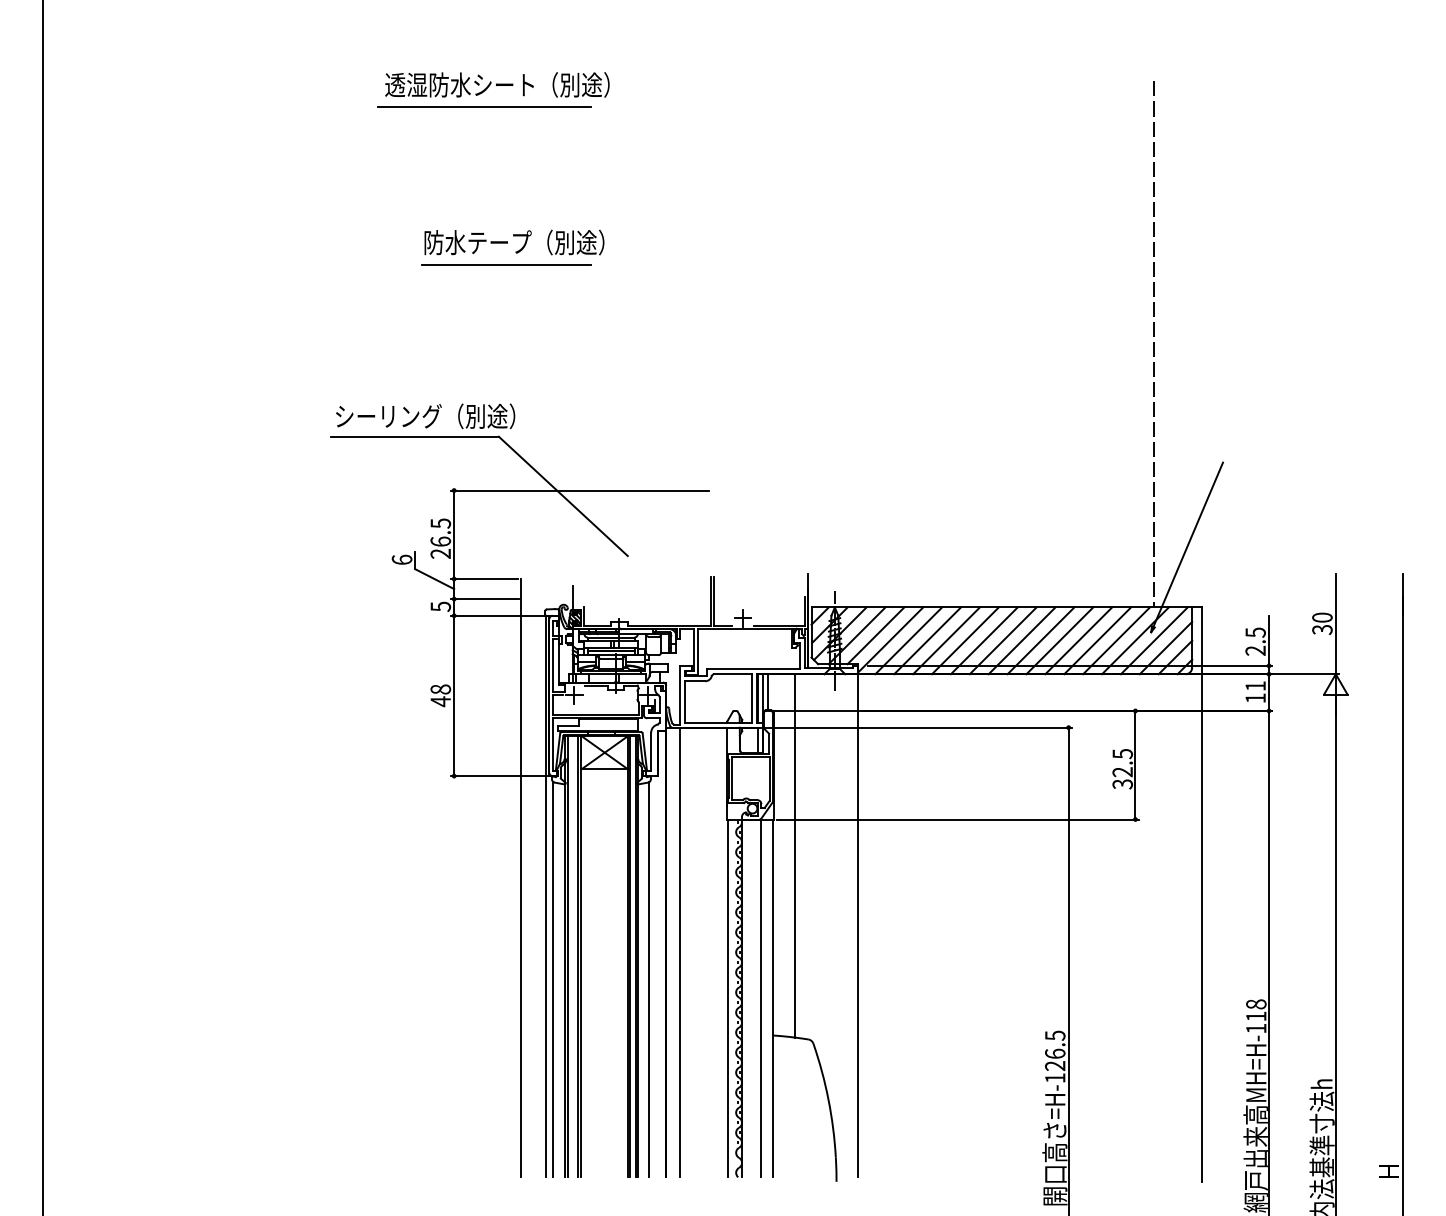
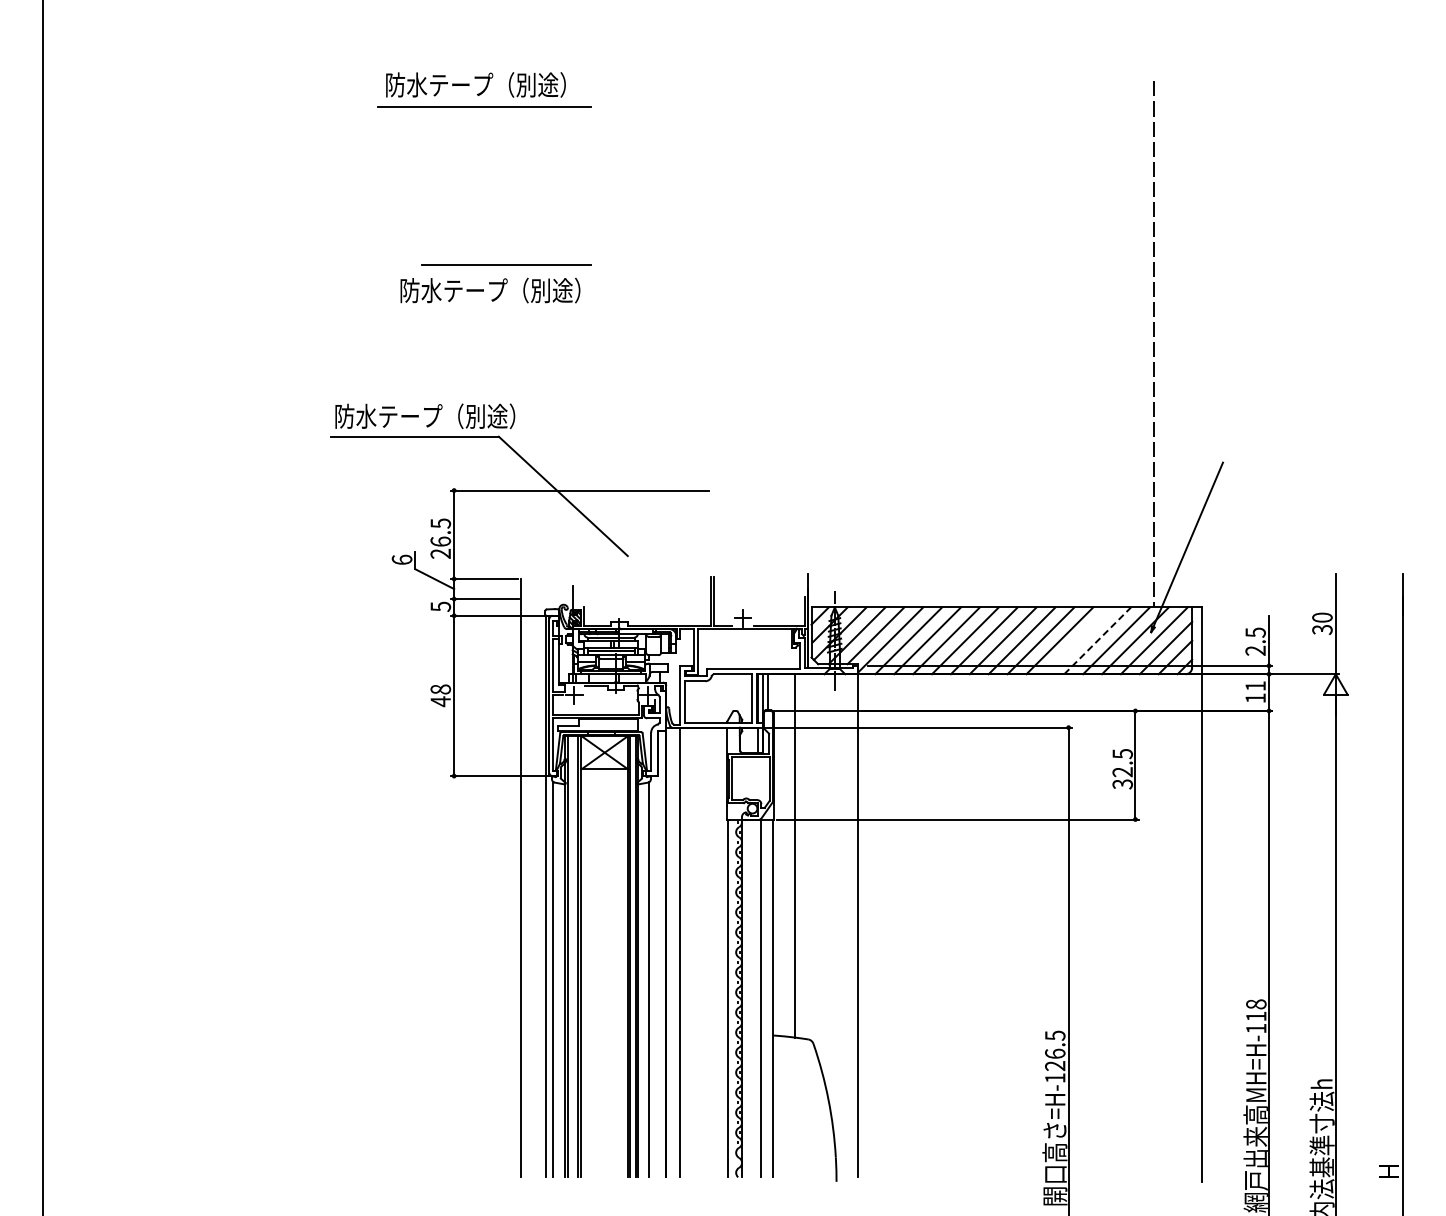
text at (497, 84): 透湿防水シート（別途） -> 防水テープ（別途）
text at (514, 242) position: (514, 242) -> (490, 290)
text at (388, 415): シーリング（別途） -> 防水テープ（別途）
line at (1078, 640): present -> none
line at (1098, 640): solid -> dashed
